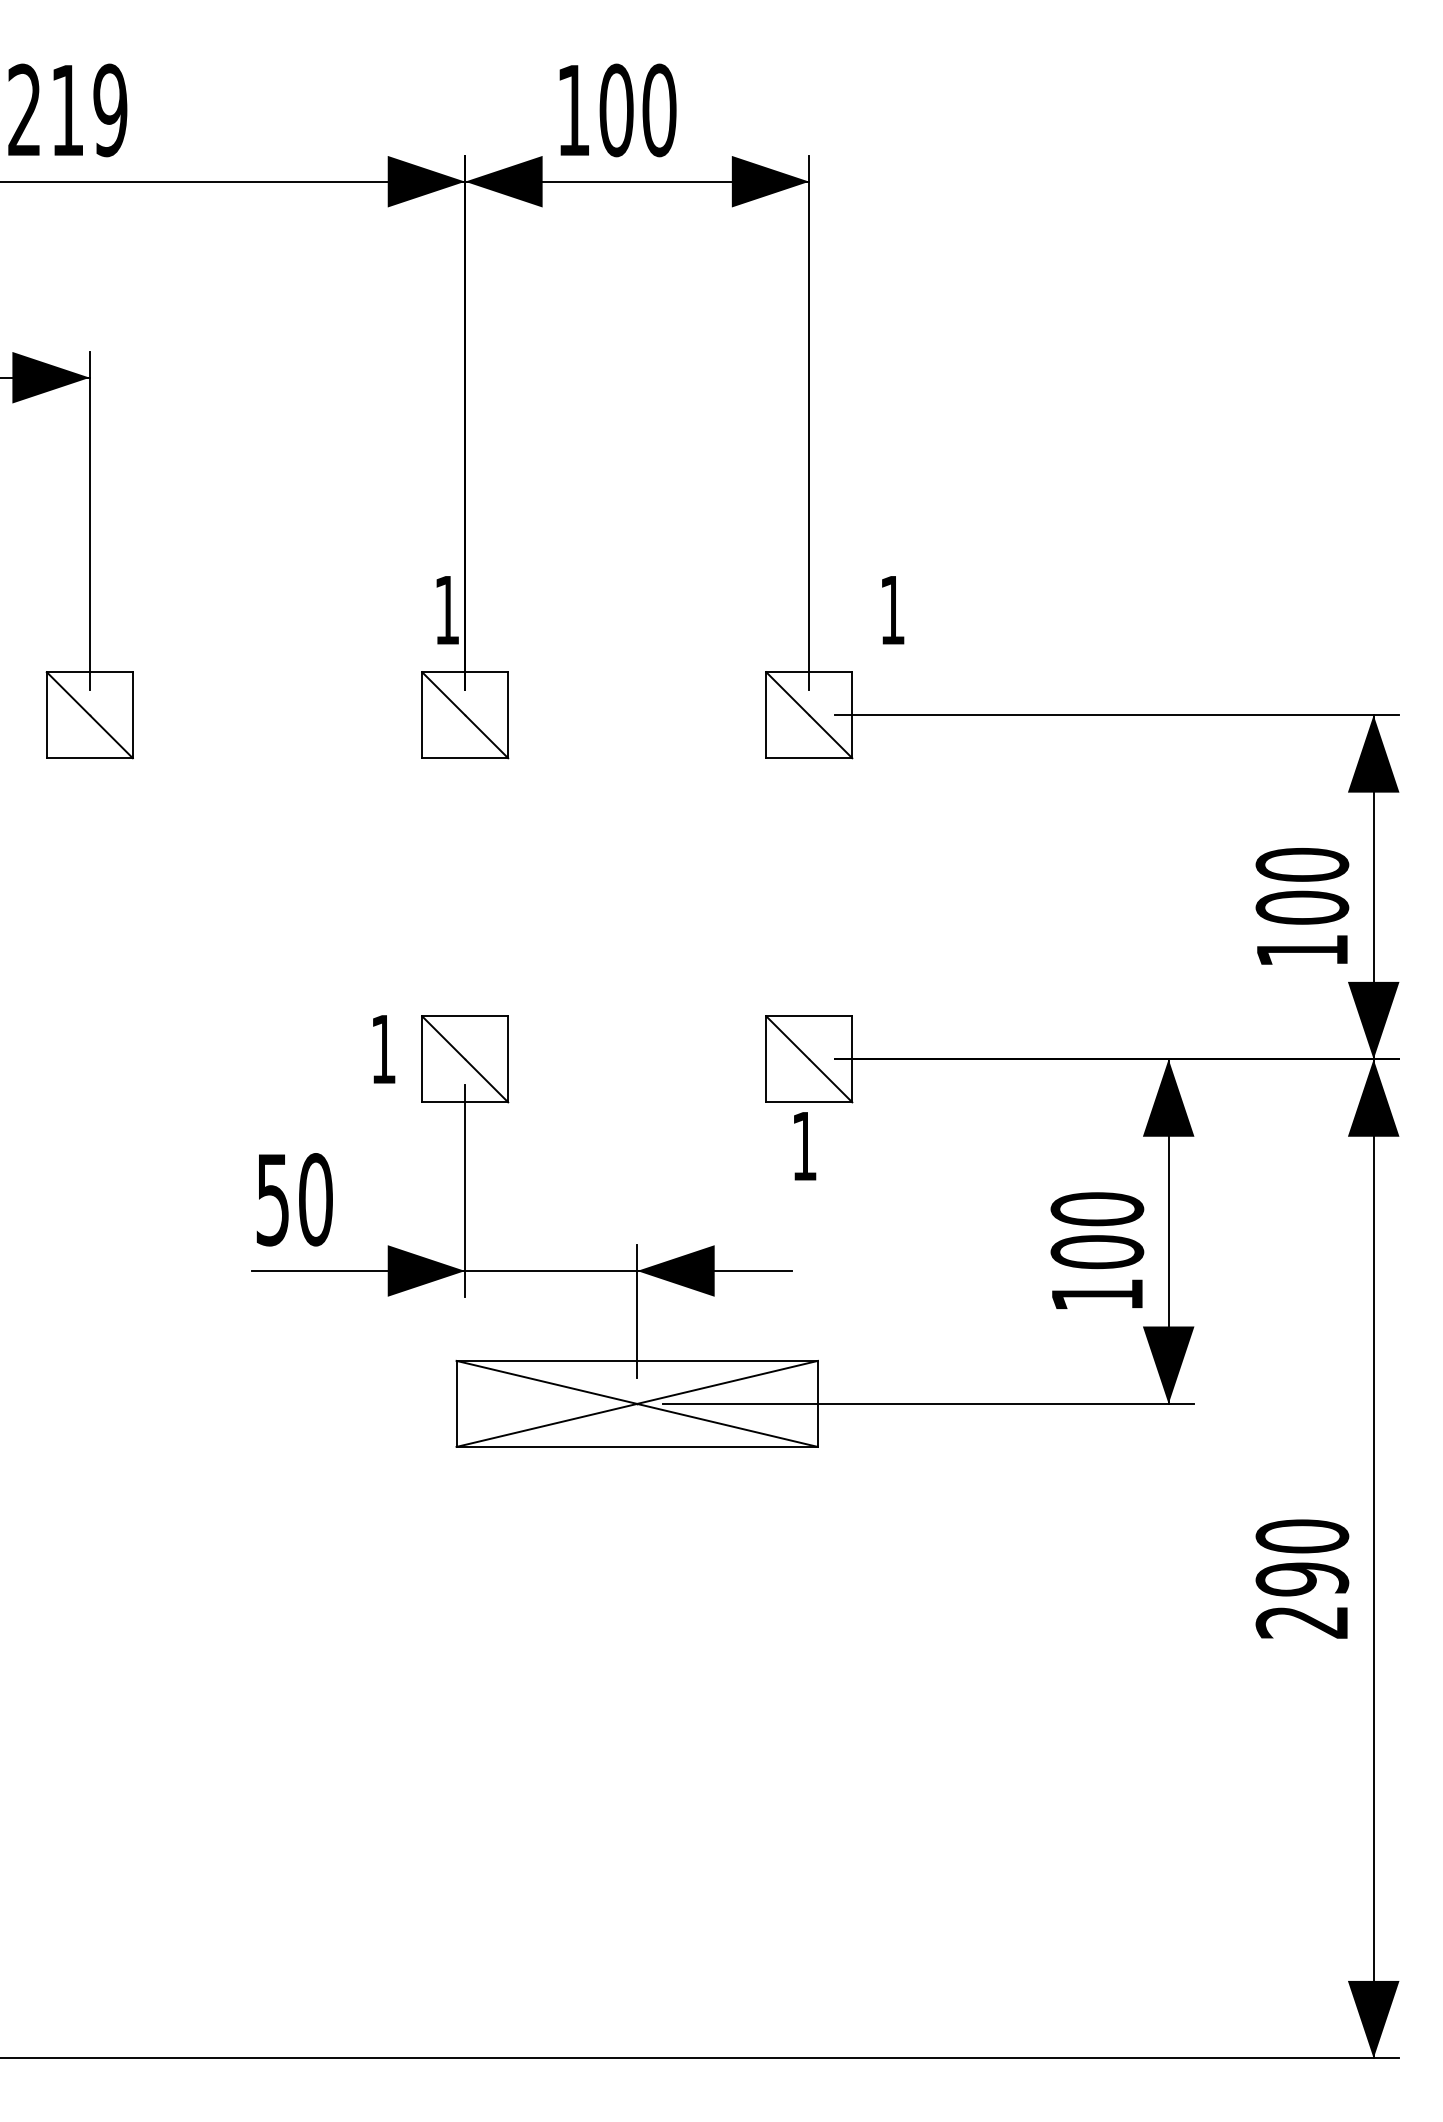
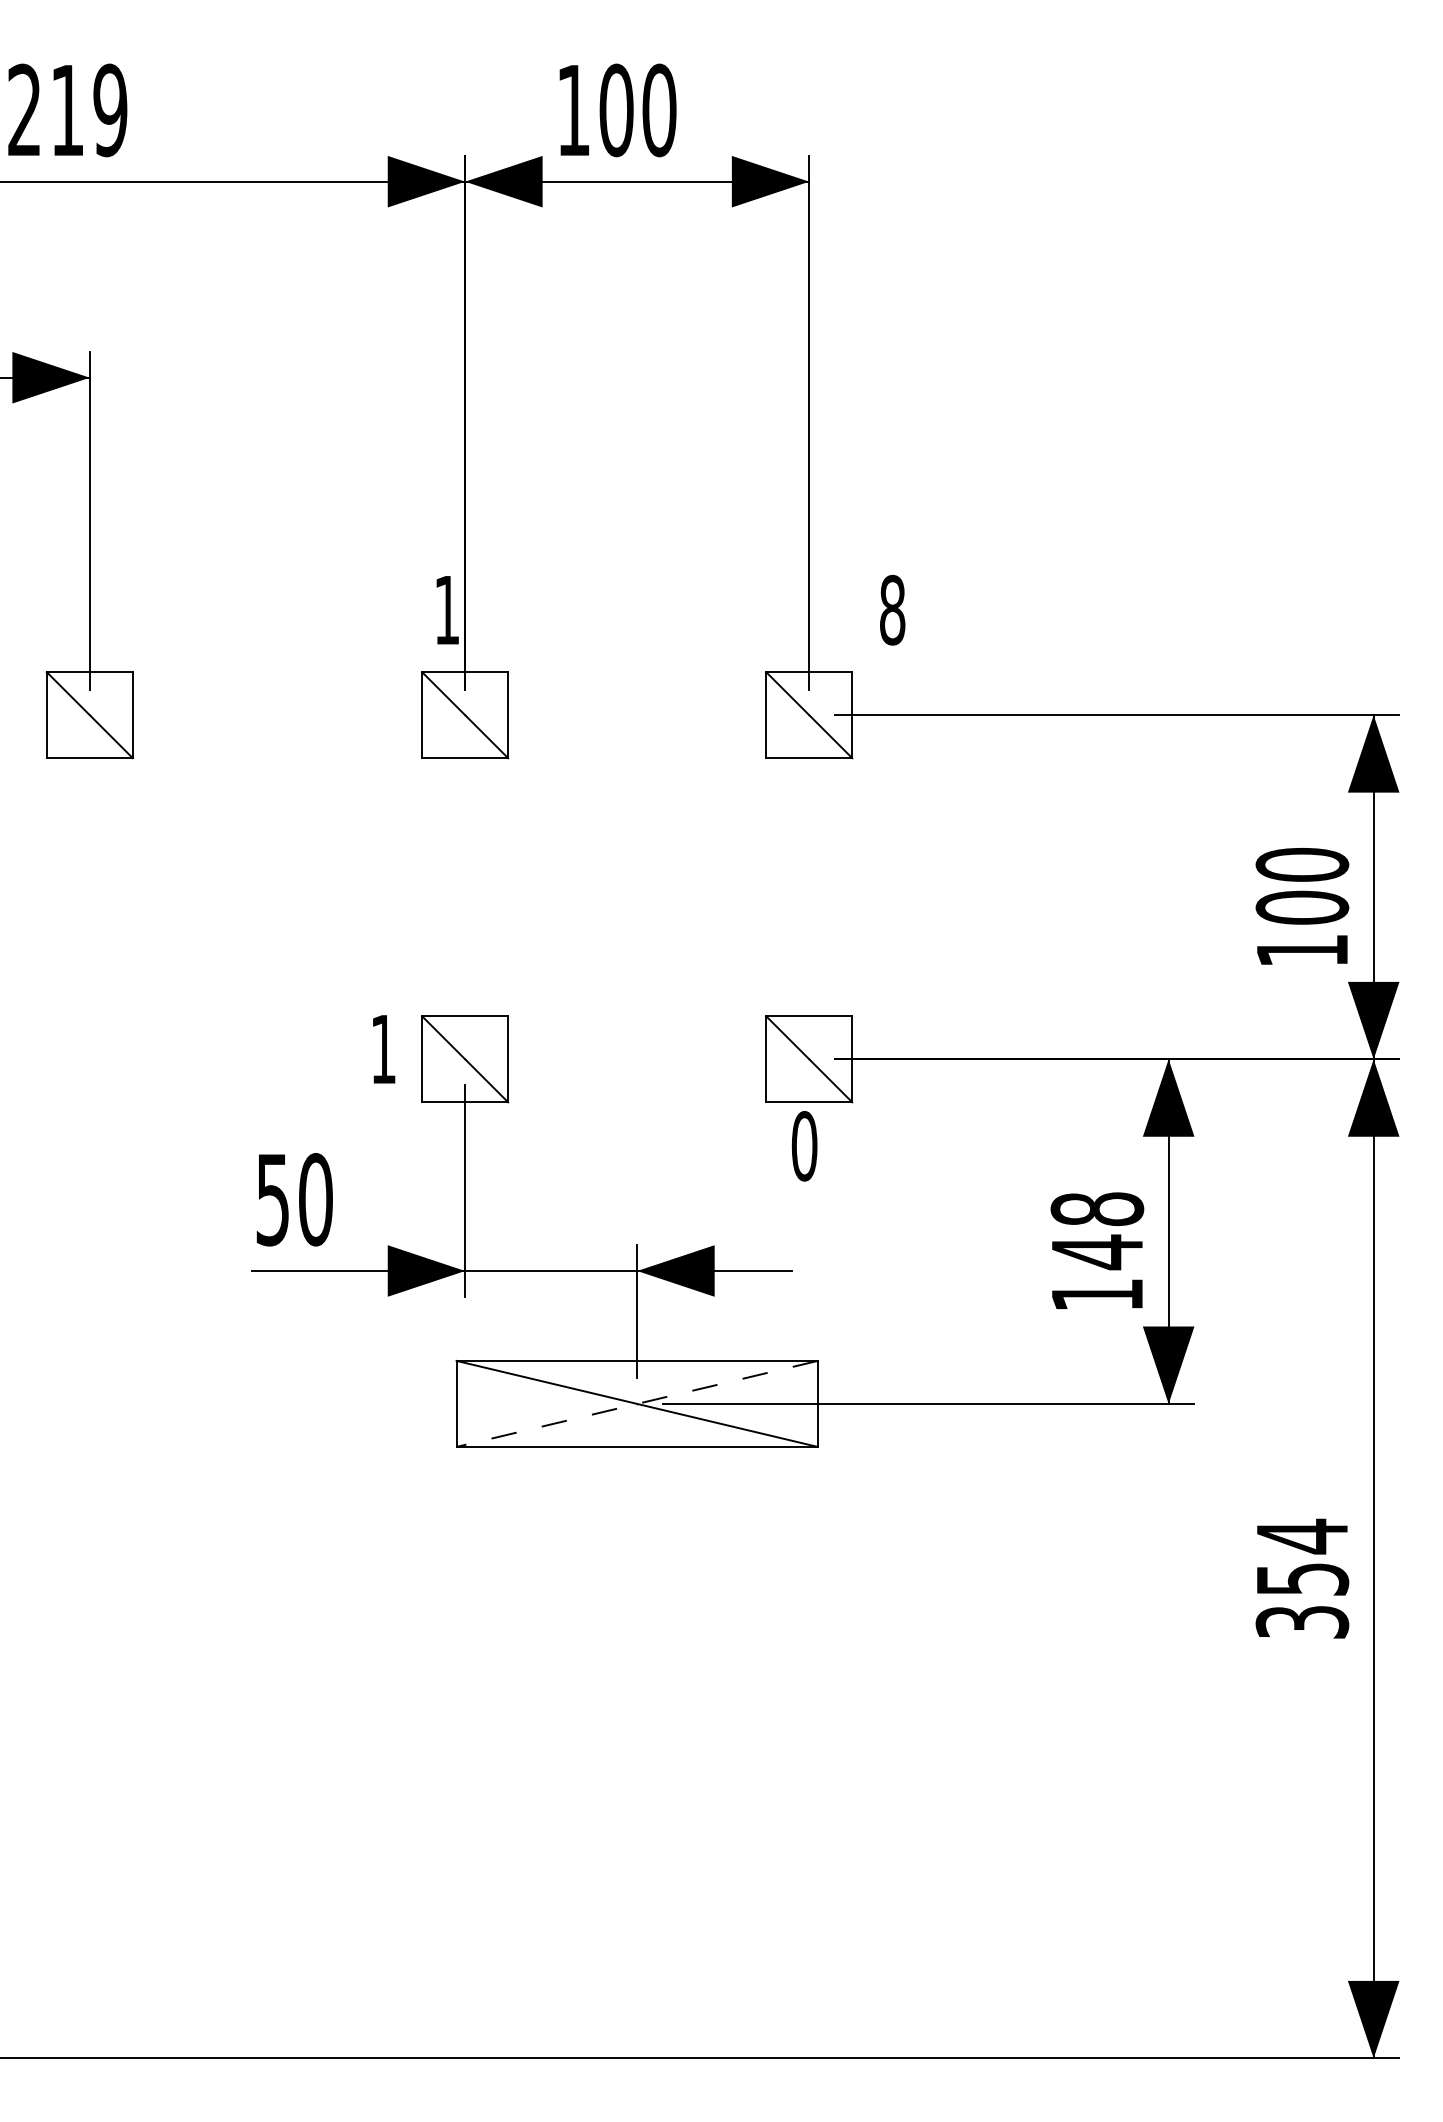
text at (892, 609): 1 -> 8
text at (804, 1146): 1 -> 0
text at (1097, 1231): 100 -> 148
line at (637, 1403): solid -> dashed
text at (1302, 1578): 290 -> 354
